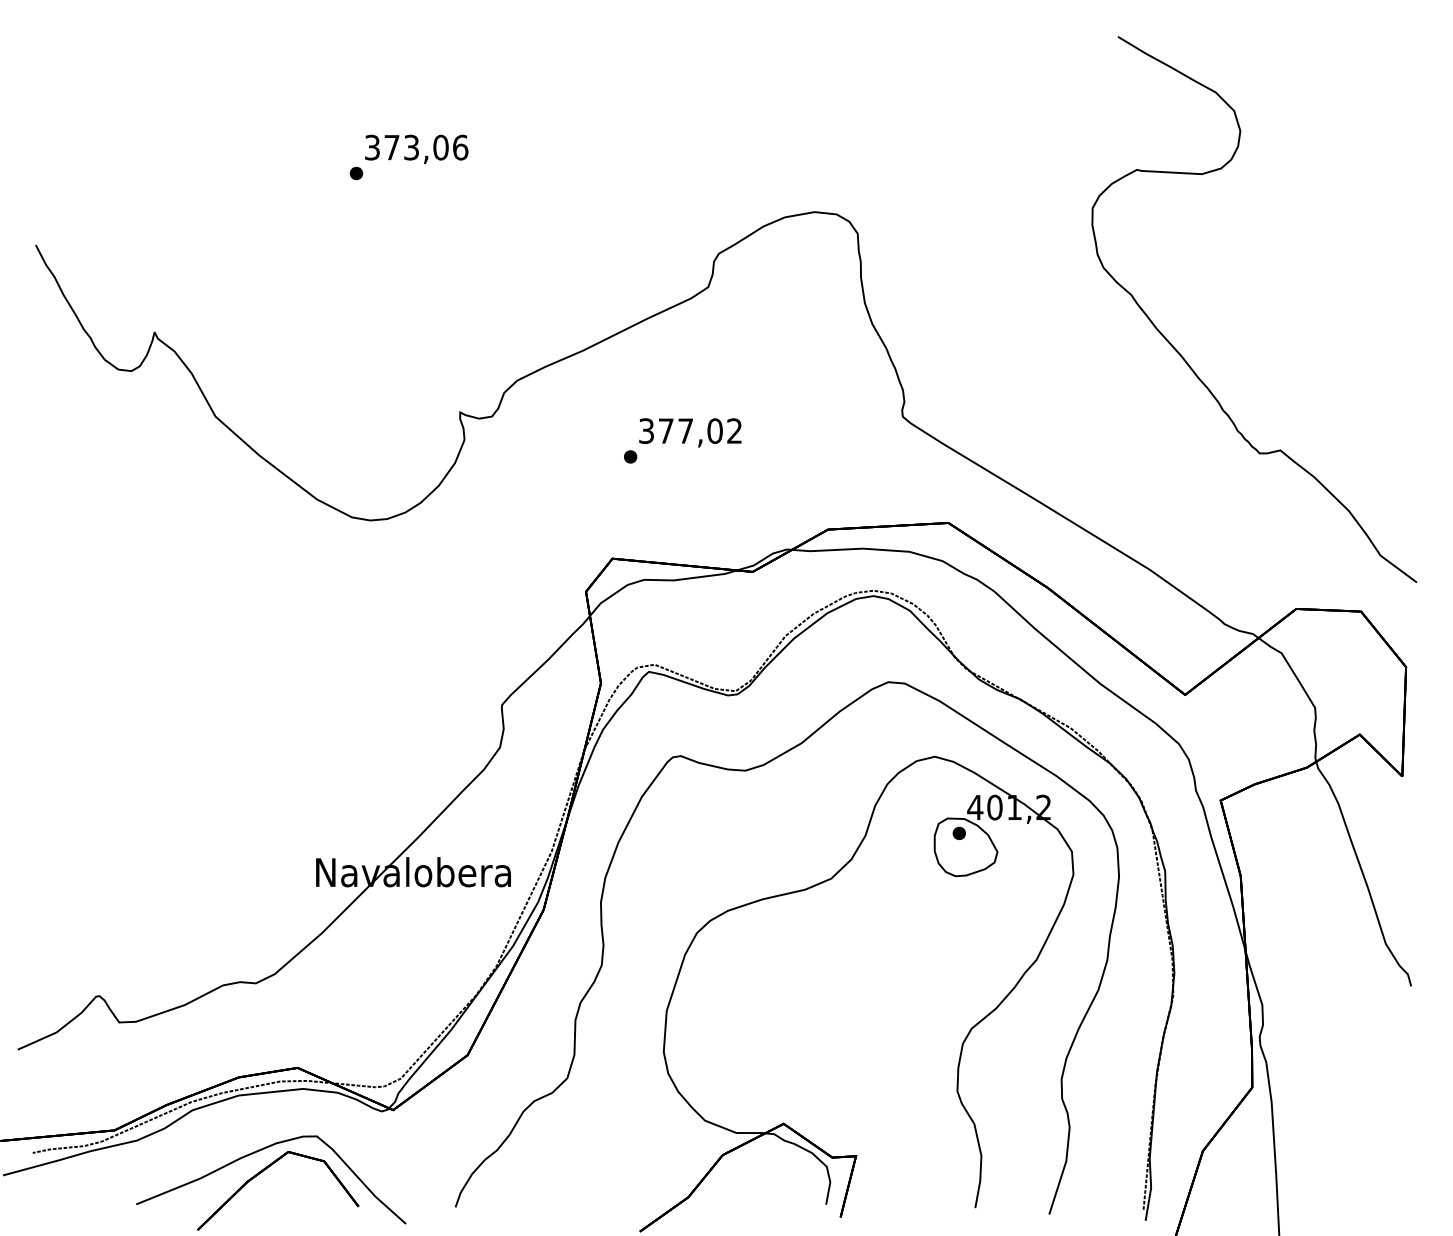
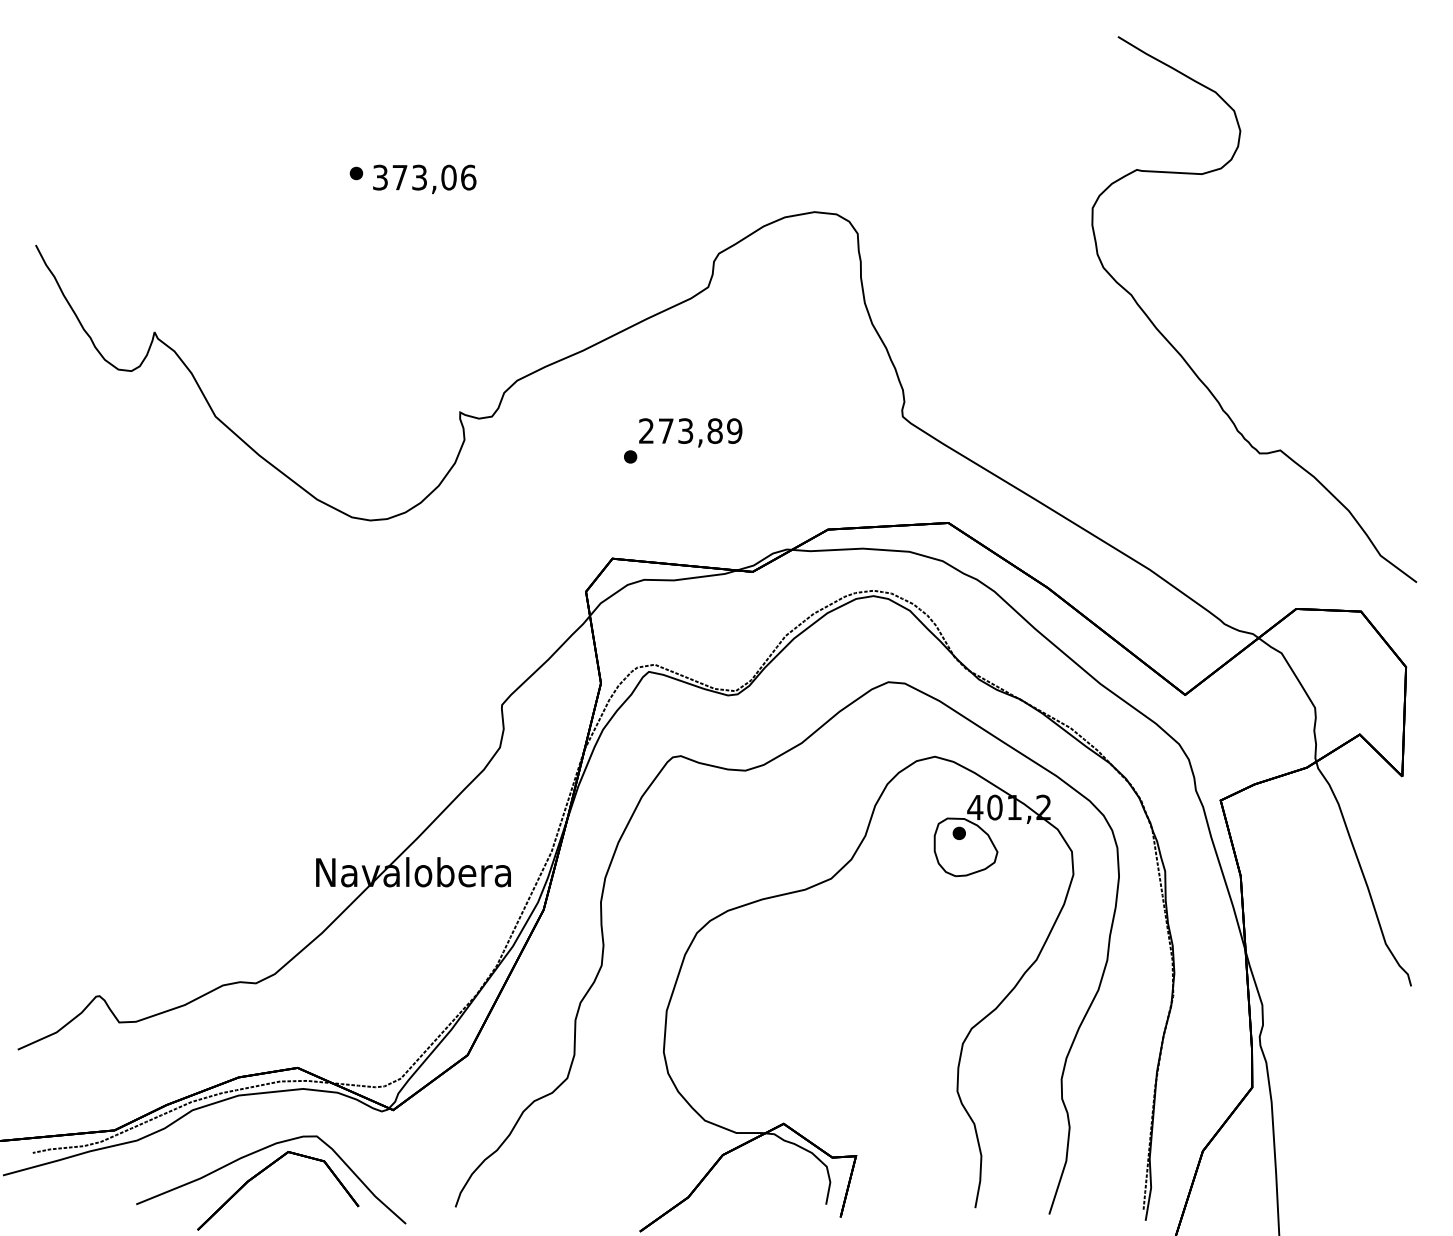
text at (416, 148) position: (416, 148) -> (424, 178)
text at (690, 430): 377,02 -> 273,89
